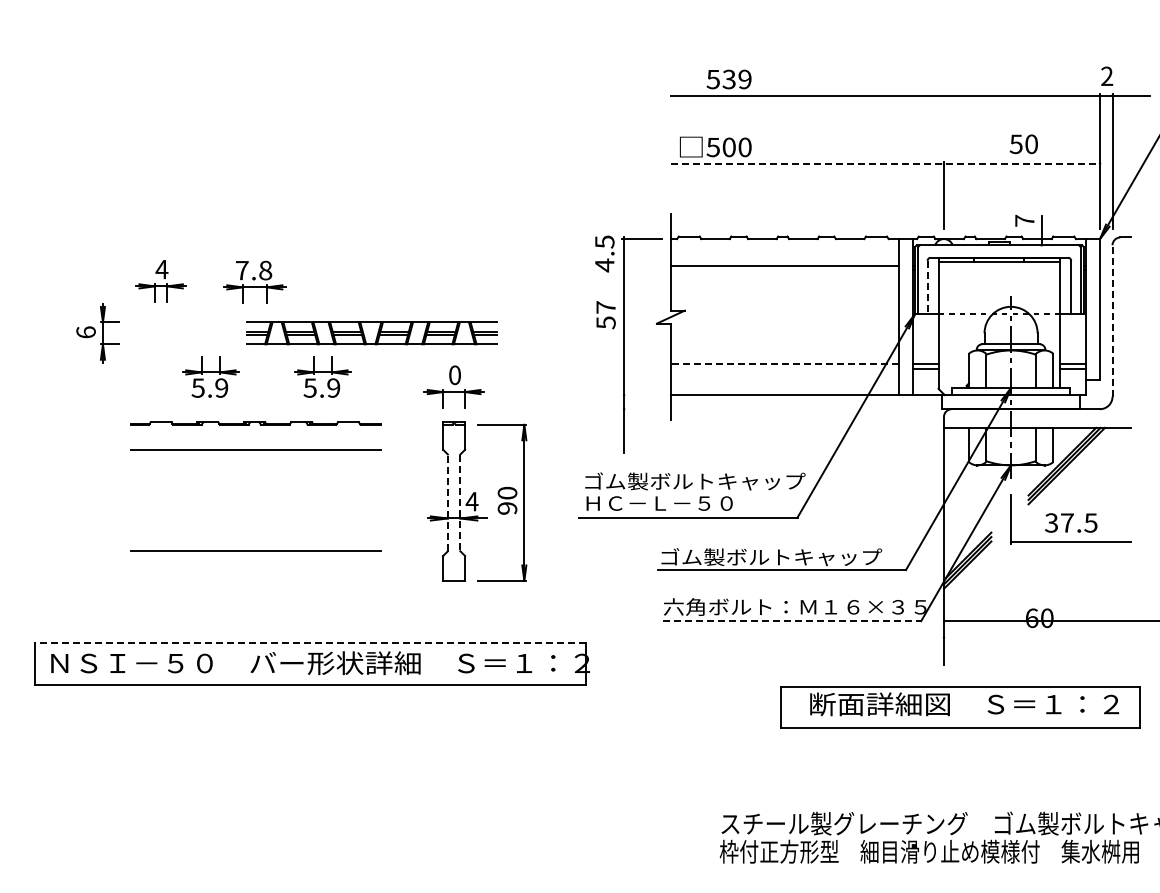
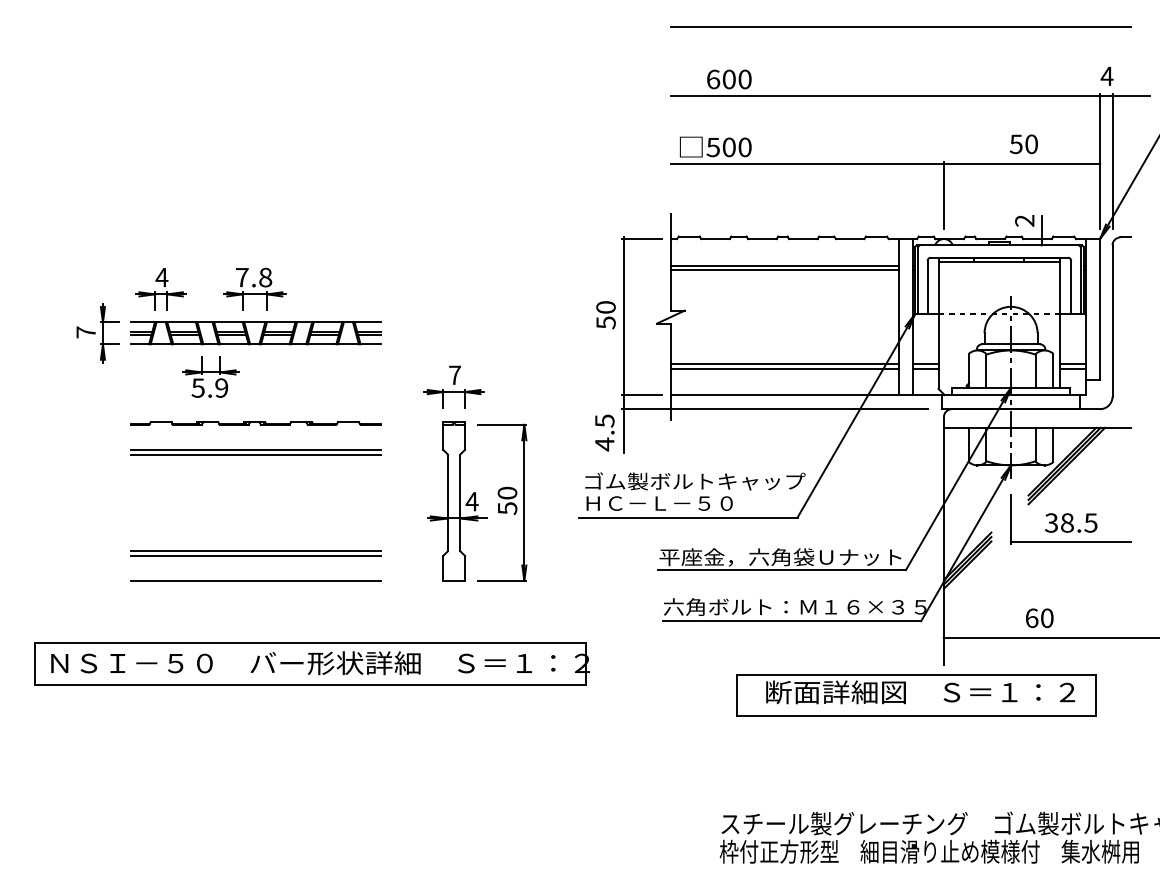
line at (900, 26): none -> present
text at (1106, 75): 2 -> 4
text at (728, 79): 539 -> 600
line at (885, 163): dashed -> solid
text at (1024, 220): 7 -> 2
text at (604, 253) position: (604, 253) -> (604, 432)
line at (784, 270): none -> present
part at (160, 281) position: (160, 281) -> (160, 289)
part at (254, 281) position: (254, 281) -> (254, 288)
line at (927, 287): dashed -> solid
text at (605, 307): 57 -> 50
line at (1112, 321): dashed -> solid
text at (85, 332): 6 -> 7
part at (371, 333) position: (371, 333) -> (255, 333)
line at (784, 363): dashed -> solid
line at (784, 368): none -> present
text at (455, 375): 0 -> 7
part at (322, 376): present -> none
line at (641, 395): none -> present
line at (775, 409): none -> present
line at (255, 454): none -> present
line at (447, 502): dashed -> solid
line at (460, 503): dashed -> solid
text at (507, 508): 90 -> 50
text at (1067, 522): 37.5 -> 38.5
line at (255, 555): none -> present
text at (780, 557): ゴム製ボルトキャップ -> 平座金，六角袋Ｕナット
line at (255, 580): none -> present
line at (1049, 620) position: (1049, 620) -> (1049, 637)
line at (792, 621): dashed -> solid
line at (310, 643): dashed -> solid
part at (960, 707) position: (960, 707) -> (916, 695)
